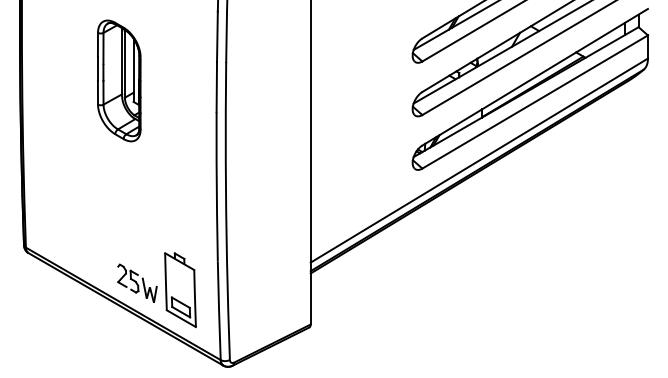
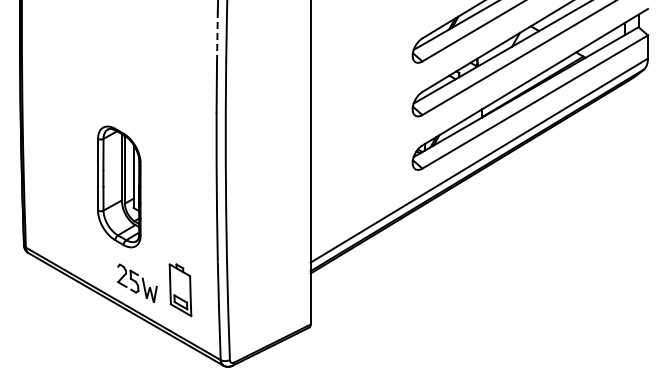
line at (217, 36): solid -> dashed
part at (119, 80) position: (119, 80) -> (119, 186)
part at (180, 290) size: 33x77 px -> 25x55 px
